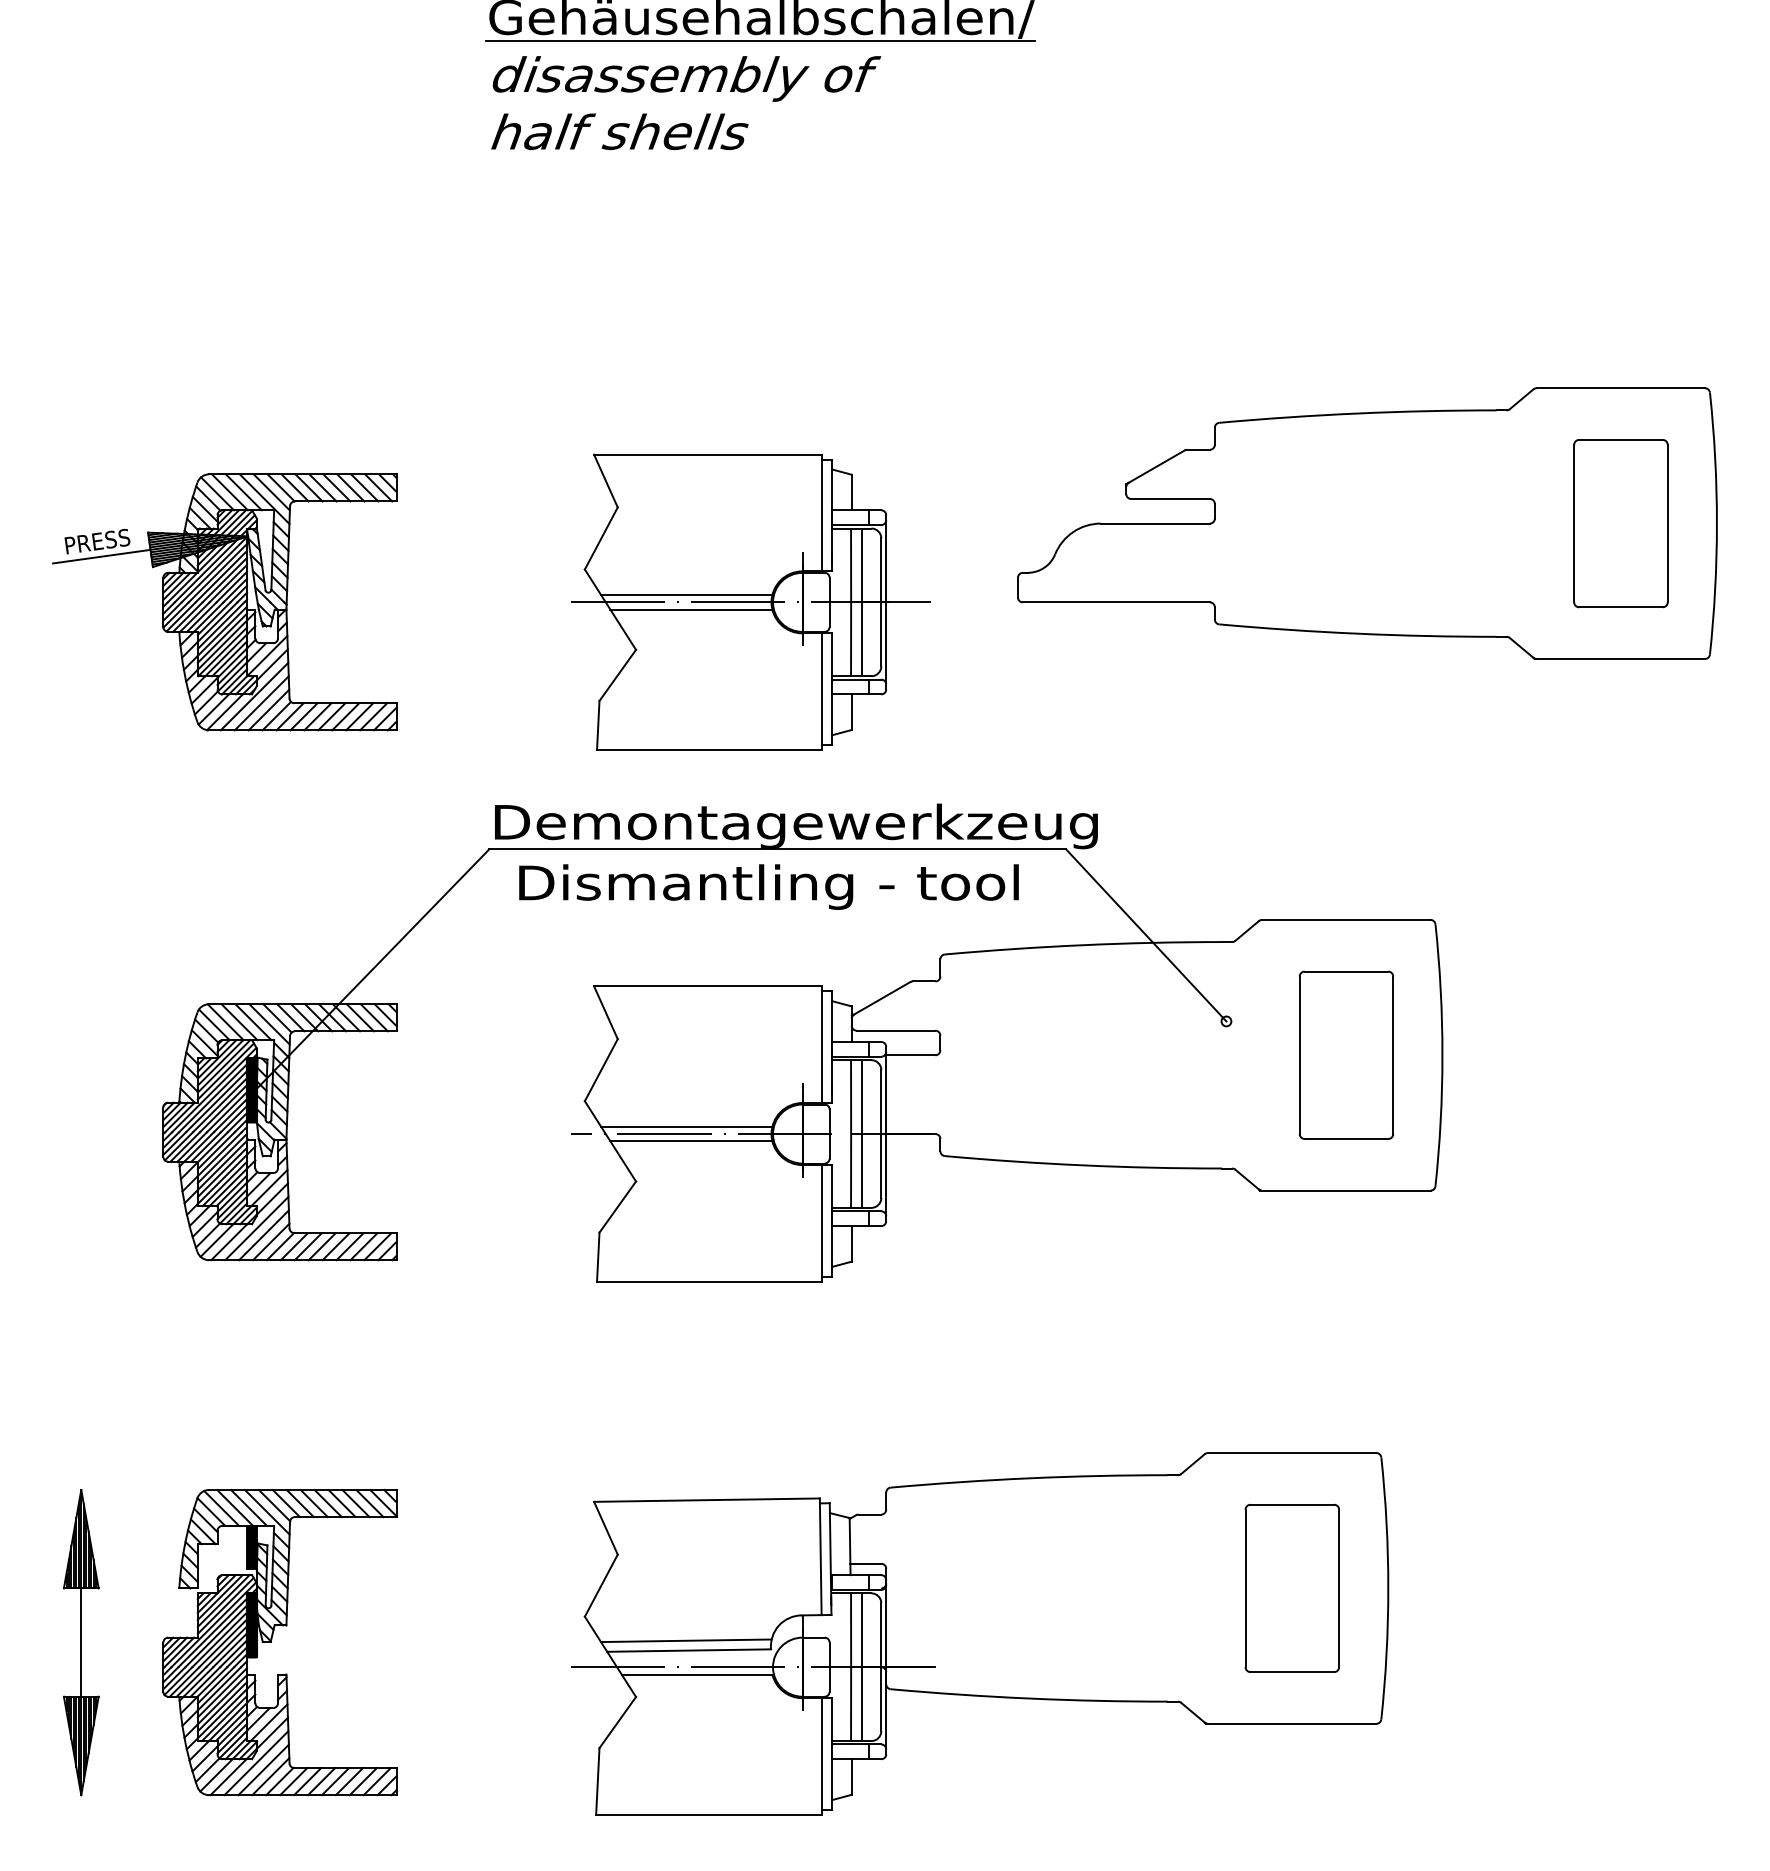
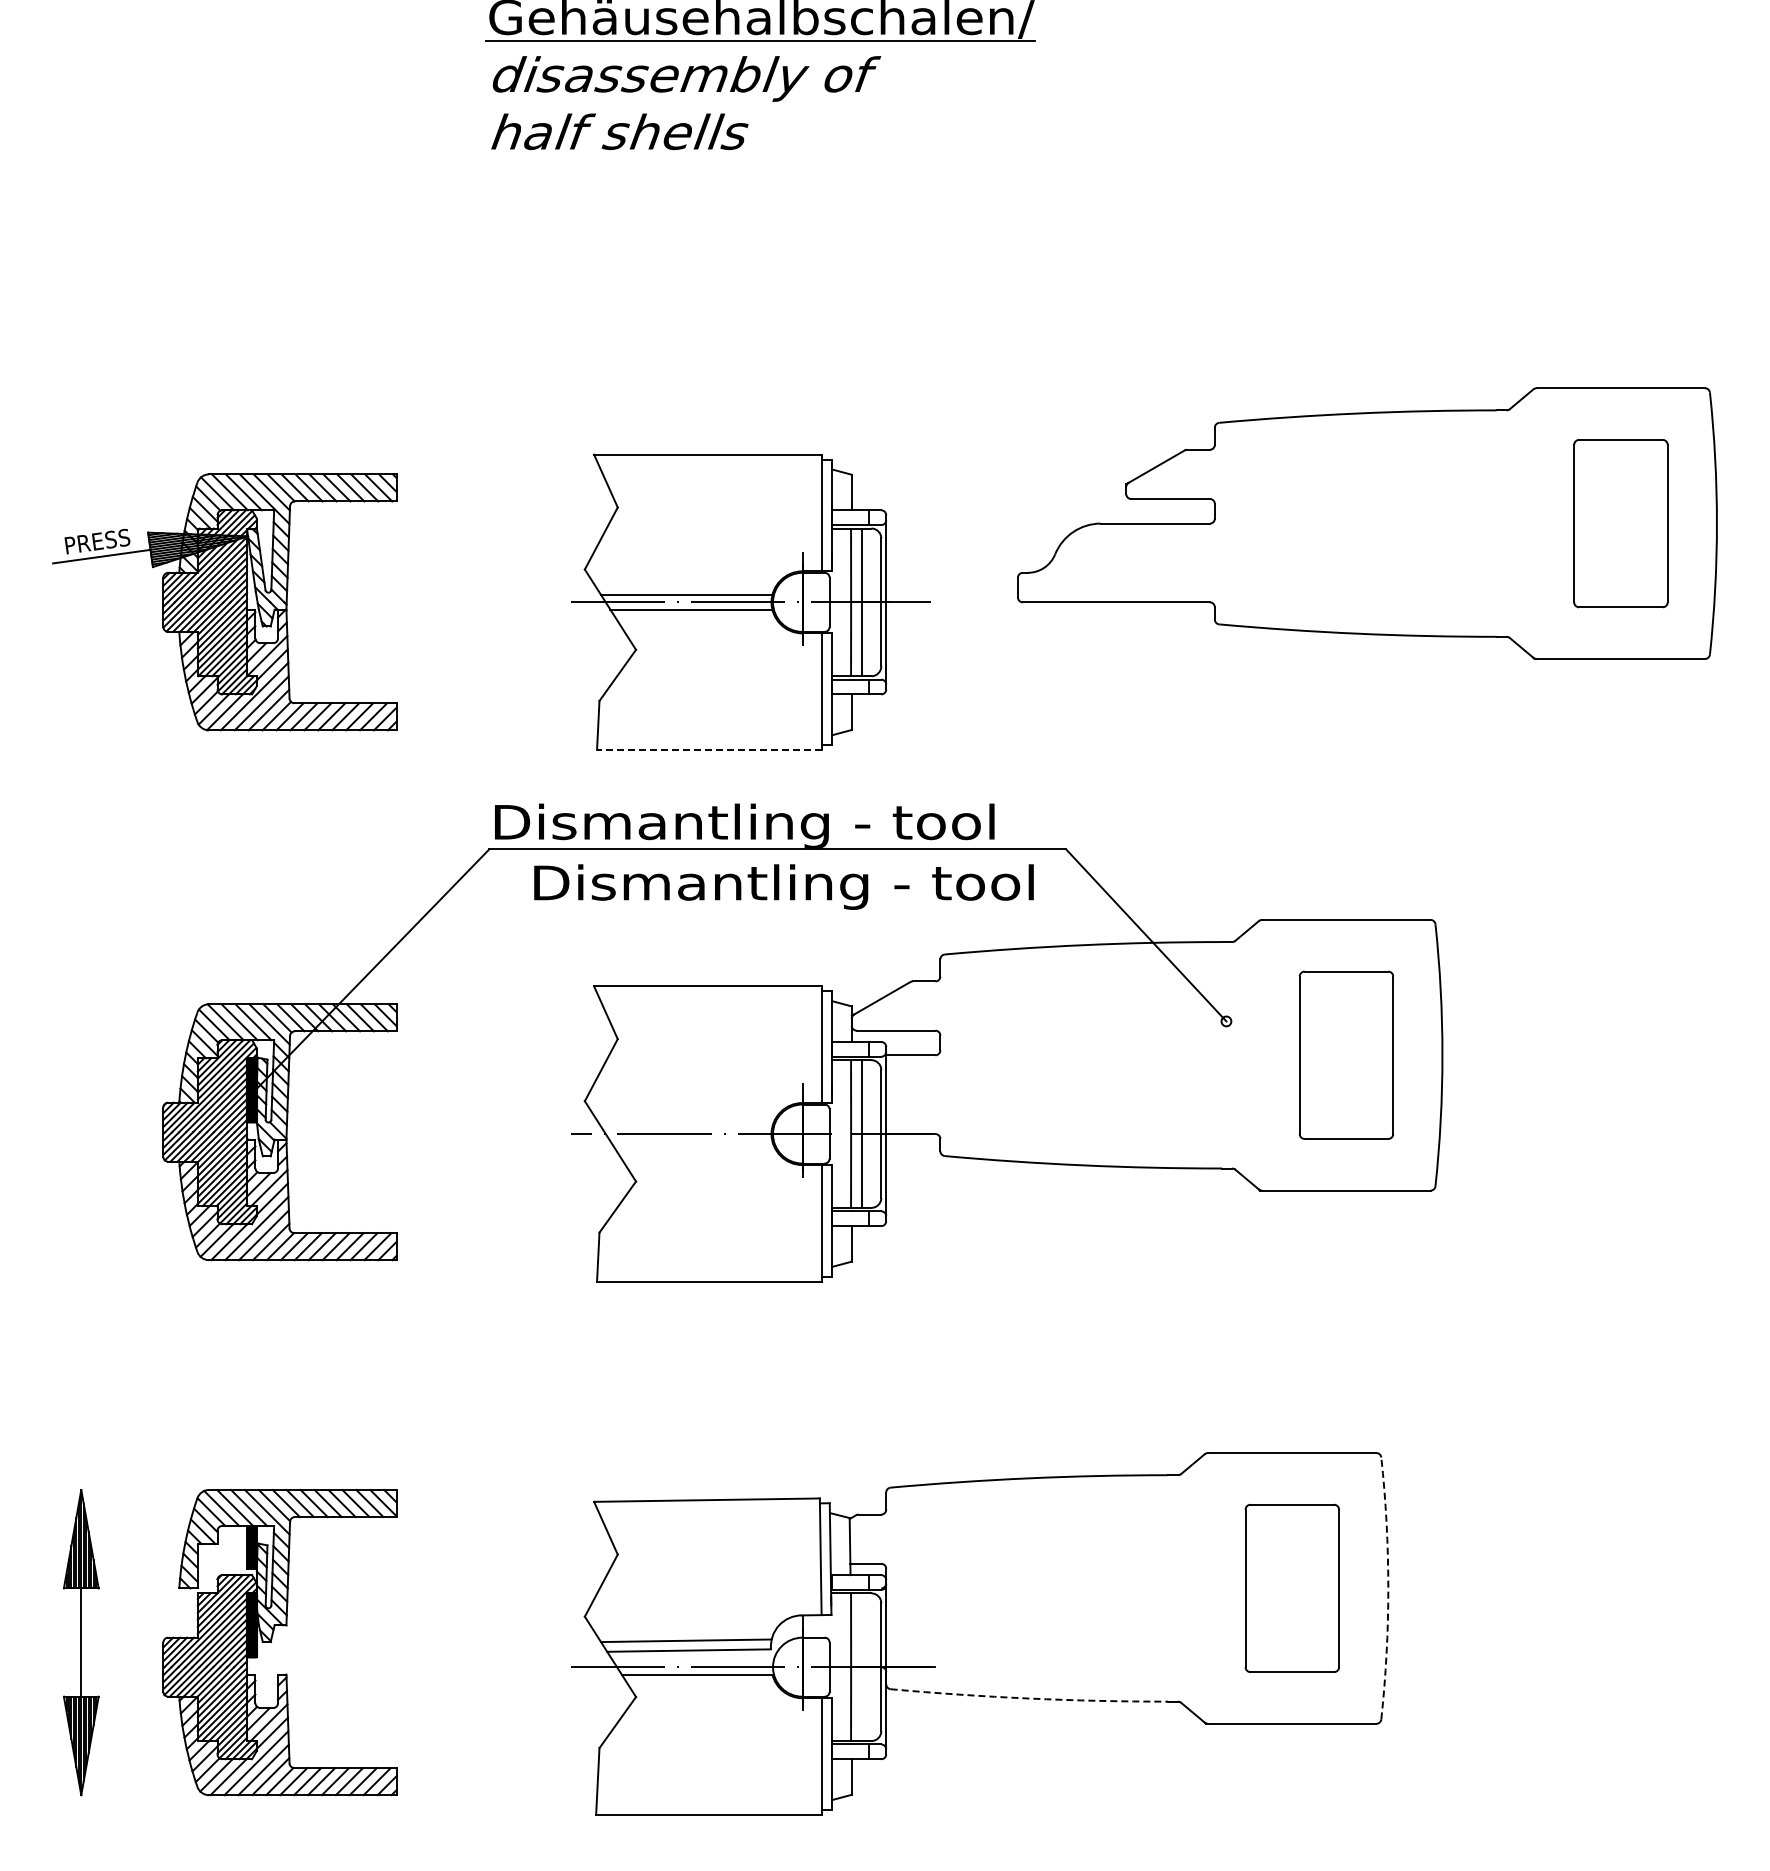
line at (709, 750): solid -> dashed
text at (816, 826): Demontagewerkzeug -> Dismantling - tool
text at (768, 886) position: (768, 886) -> (783, 886)
line at (686, 1126): present -> none
line at (691, 1141): present -> none
arc at (1388, 1588): solid -> dashed
line at (861, 1667): present -> none
arc at (1029, 1698): solid -> dashed
